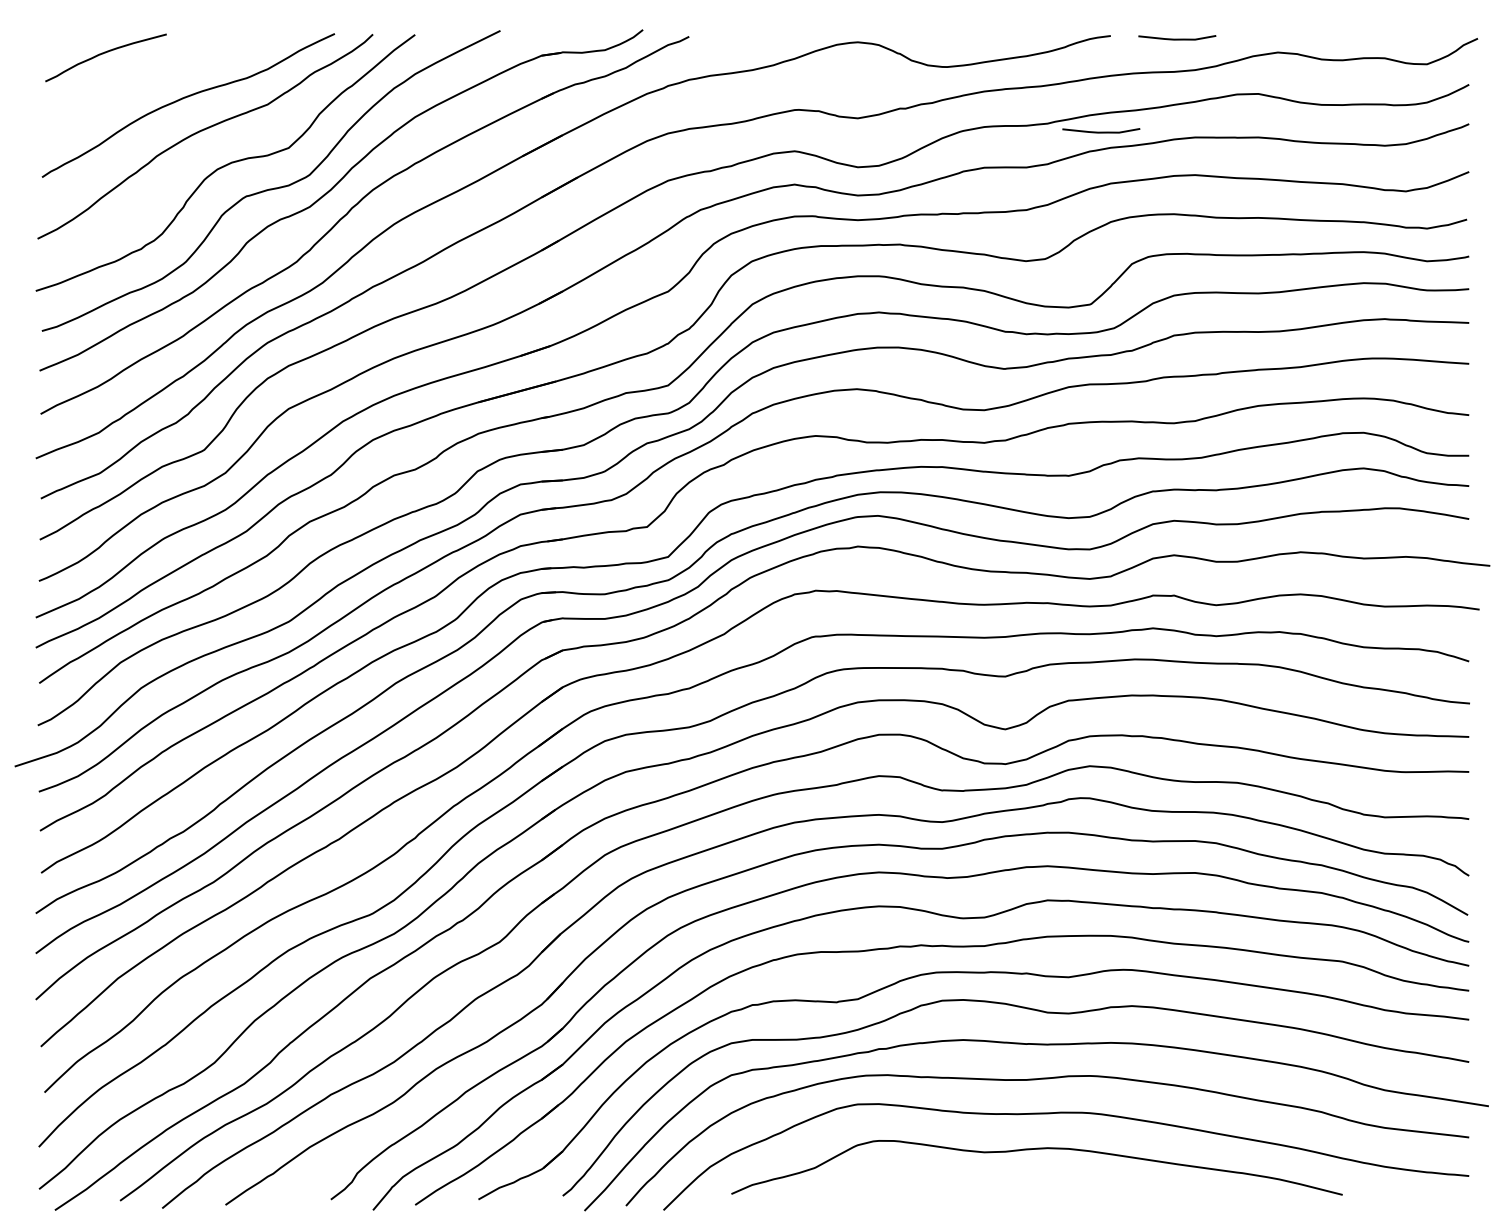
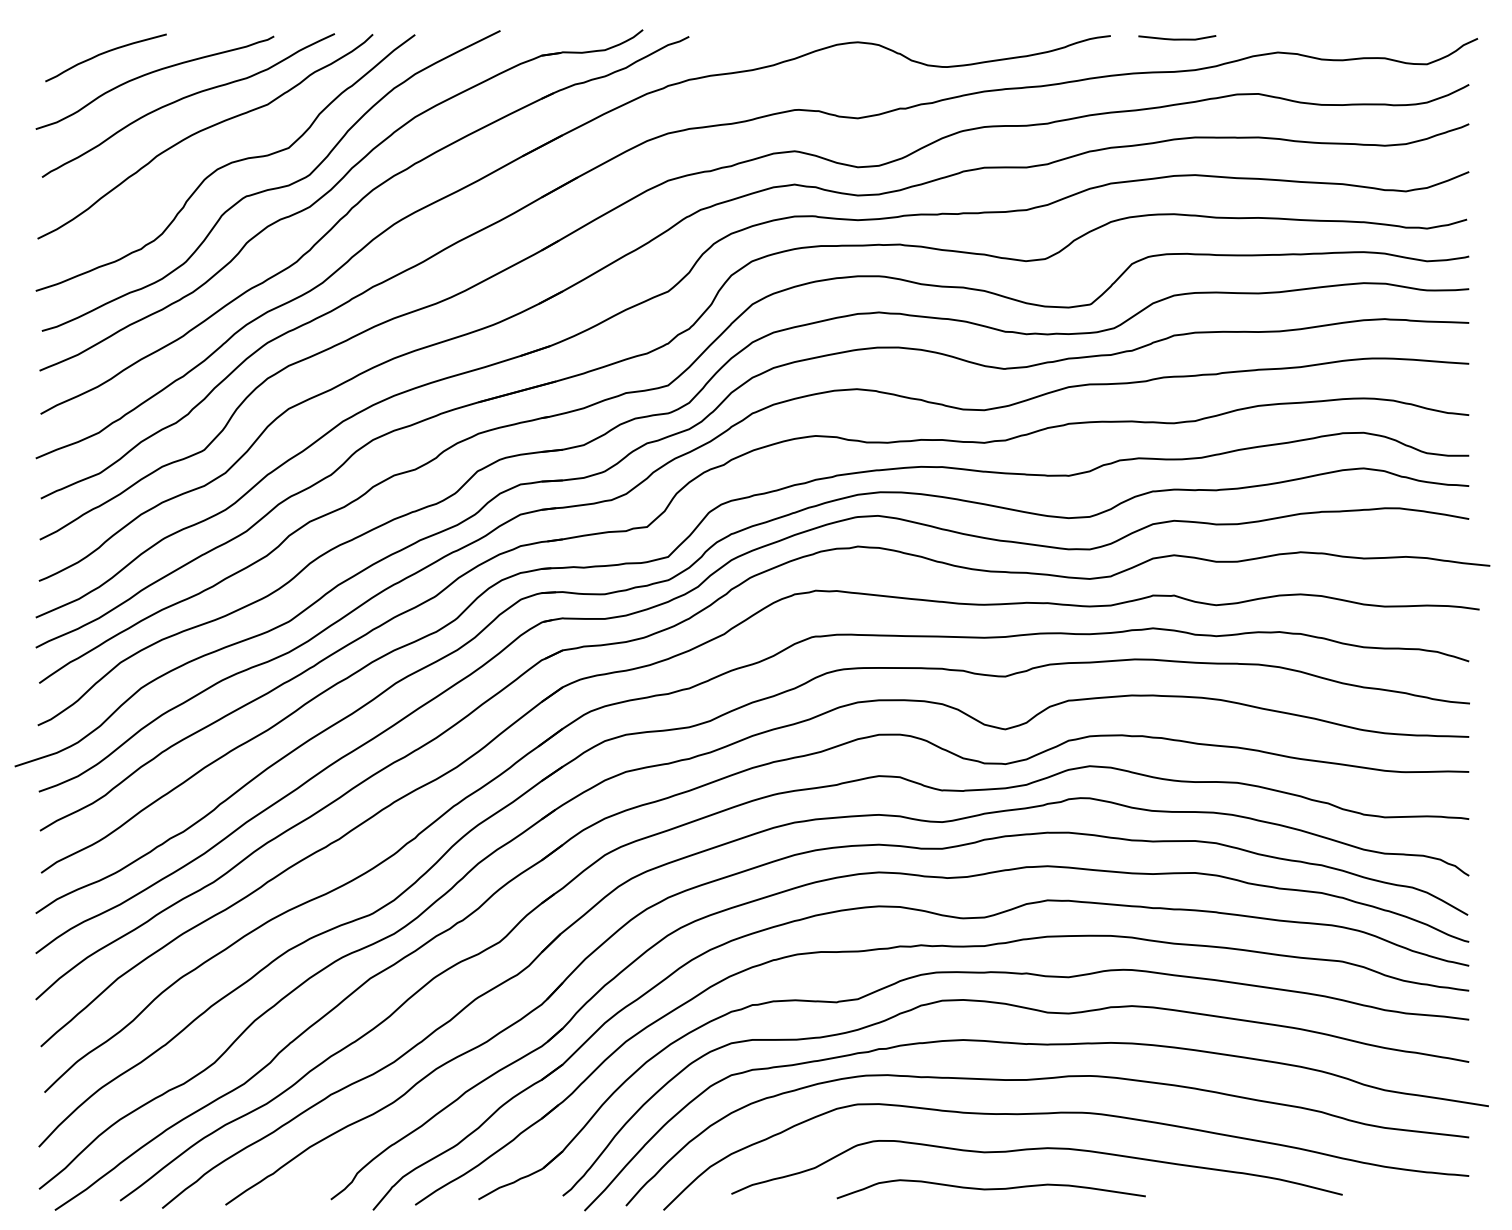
curve at (152, 73): none -> present
curve at (1101, 131): present -> none
curve at (990, 1189): none -> present
